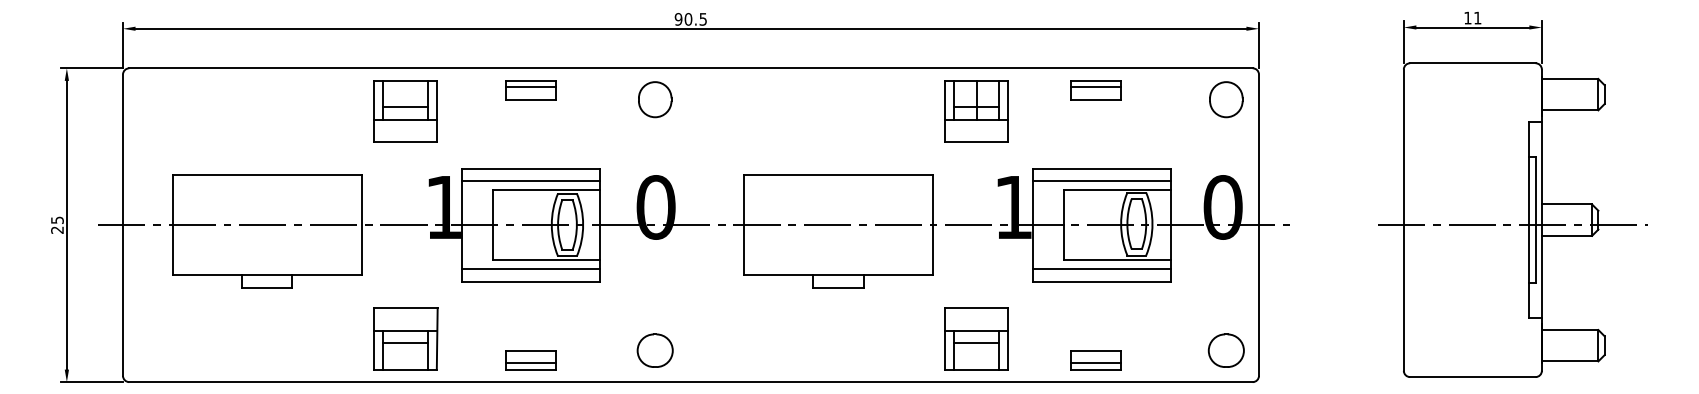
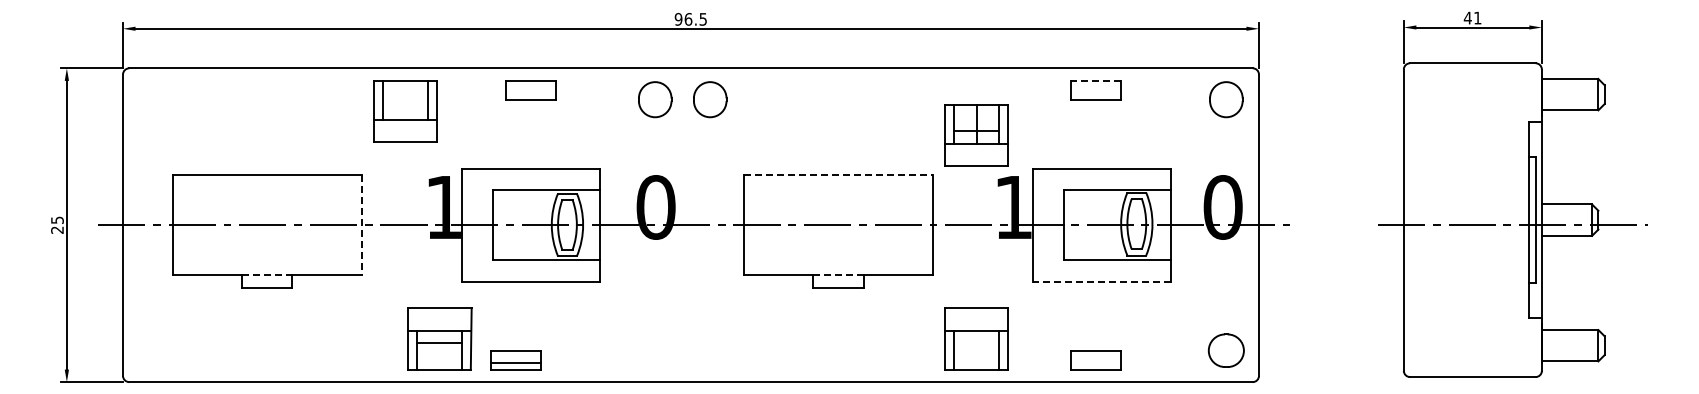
text at (1467, 17): 11 -> 41
text at (688, 19): 90.5 -> 96.5
line at (1095, 80): solid -> dashed
line at (530, 87): present -> none
line at (1095, 87): present -> none
part at (710, 99): none -> present
line at (405, 107): present -> none
part at (976, 111) position: (976, 111) -> (976, 135)
line at (838, 175): solid -> dashed
line at (530, 181): present -> none
line at (1102, 181): present -> none
line at (361, 225): solid -> dashed
line at (530, 269): present -> none
line at (1102, 269): present -> none
line at (267, 275): solid -> dashed
line at (838, 275): solid -> dashed
line at (1101, 281): solid -> dashed
part at (405, 338) position: (405, 338) -> (439, 338)
line at (976, 343): present -> none
part at (654, 350): present -> none
part at (530, 360) position: (530, 360) -> (515, 360)
line at (1095, 363): present -> none
